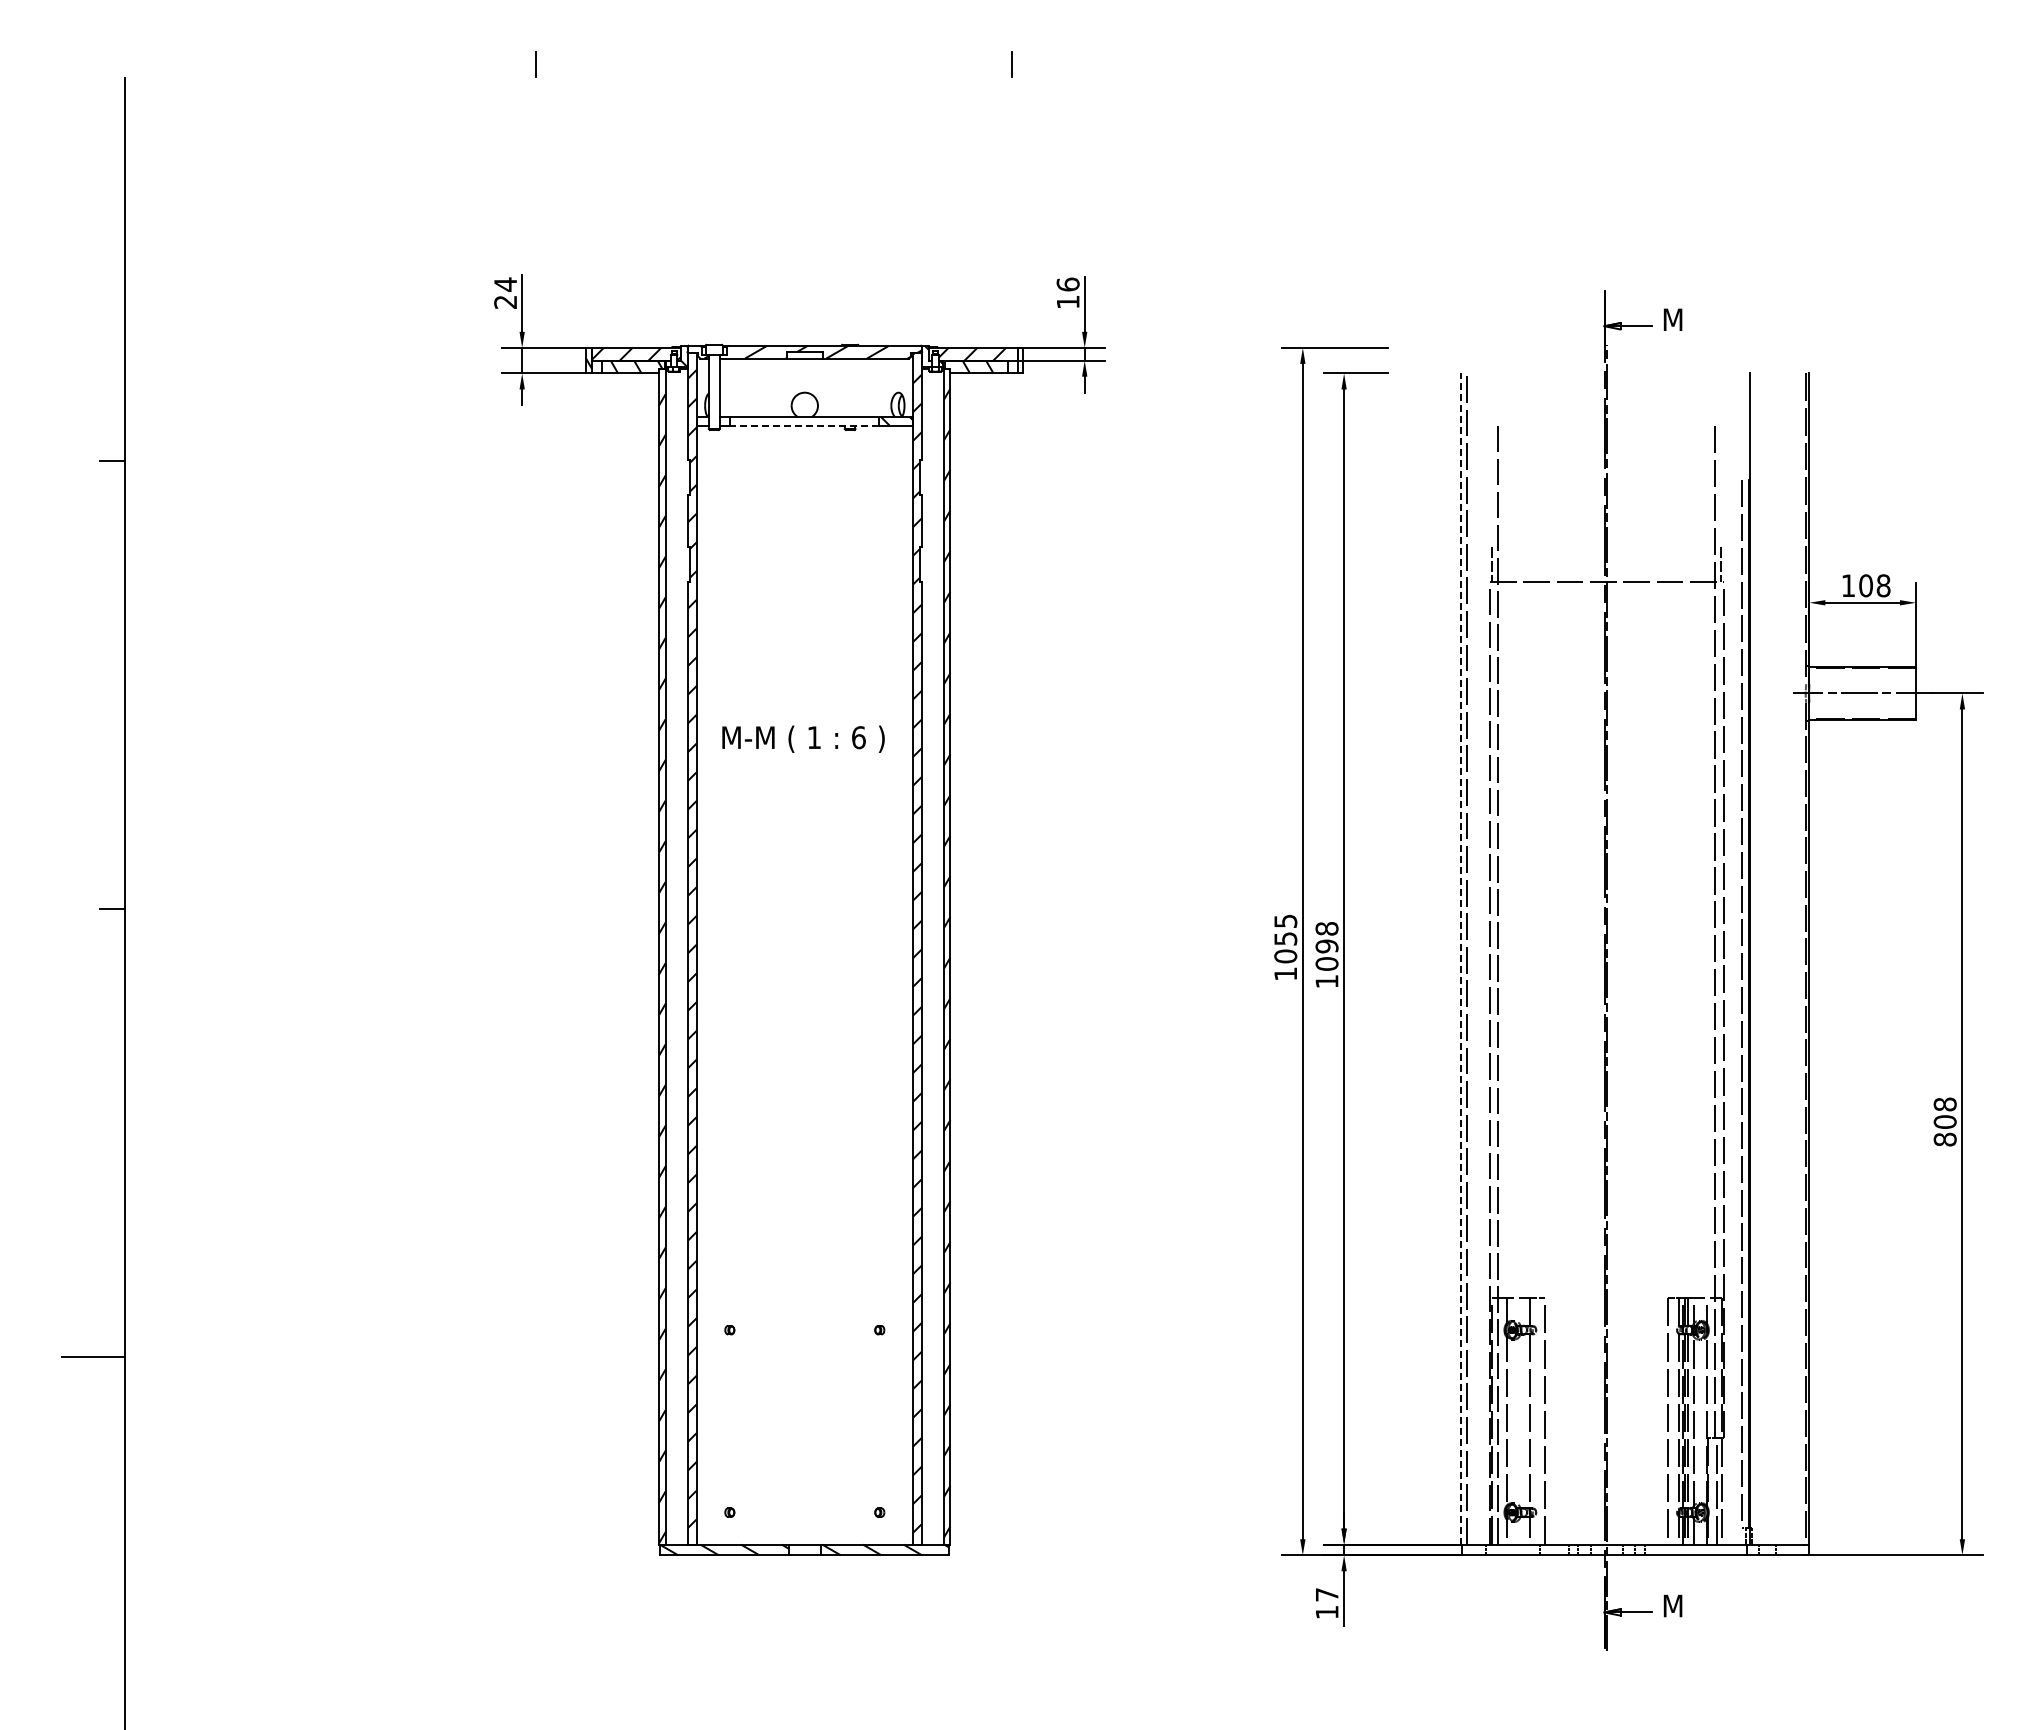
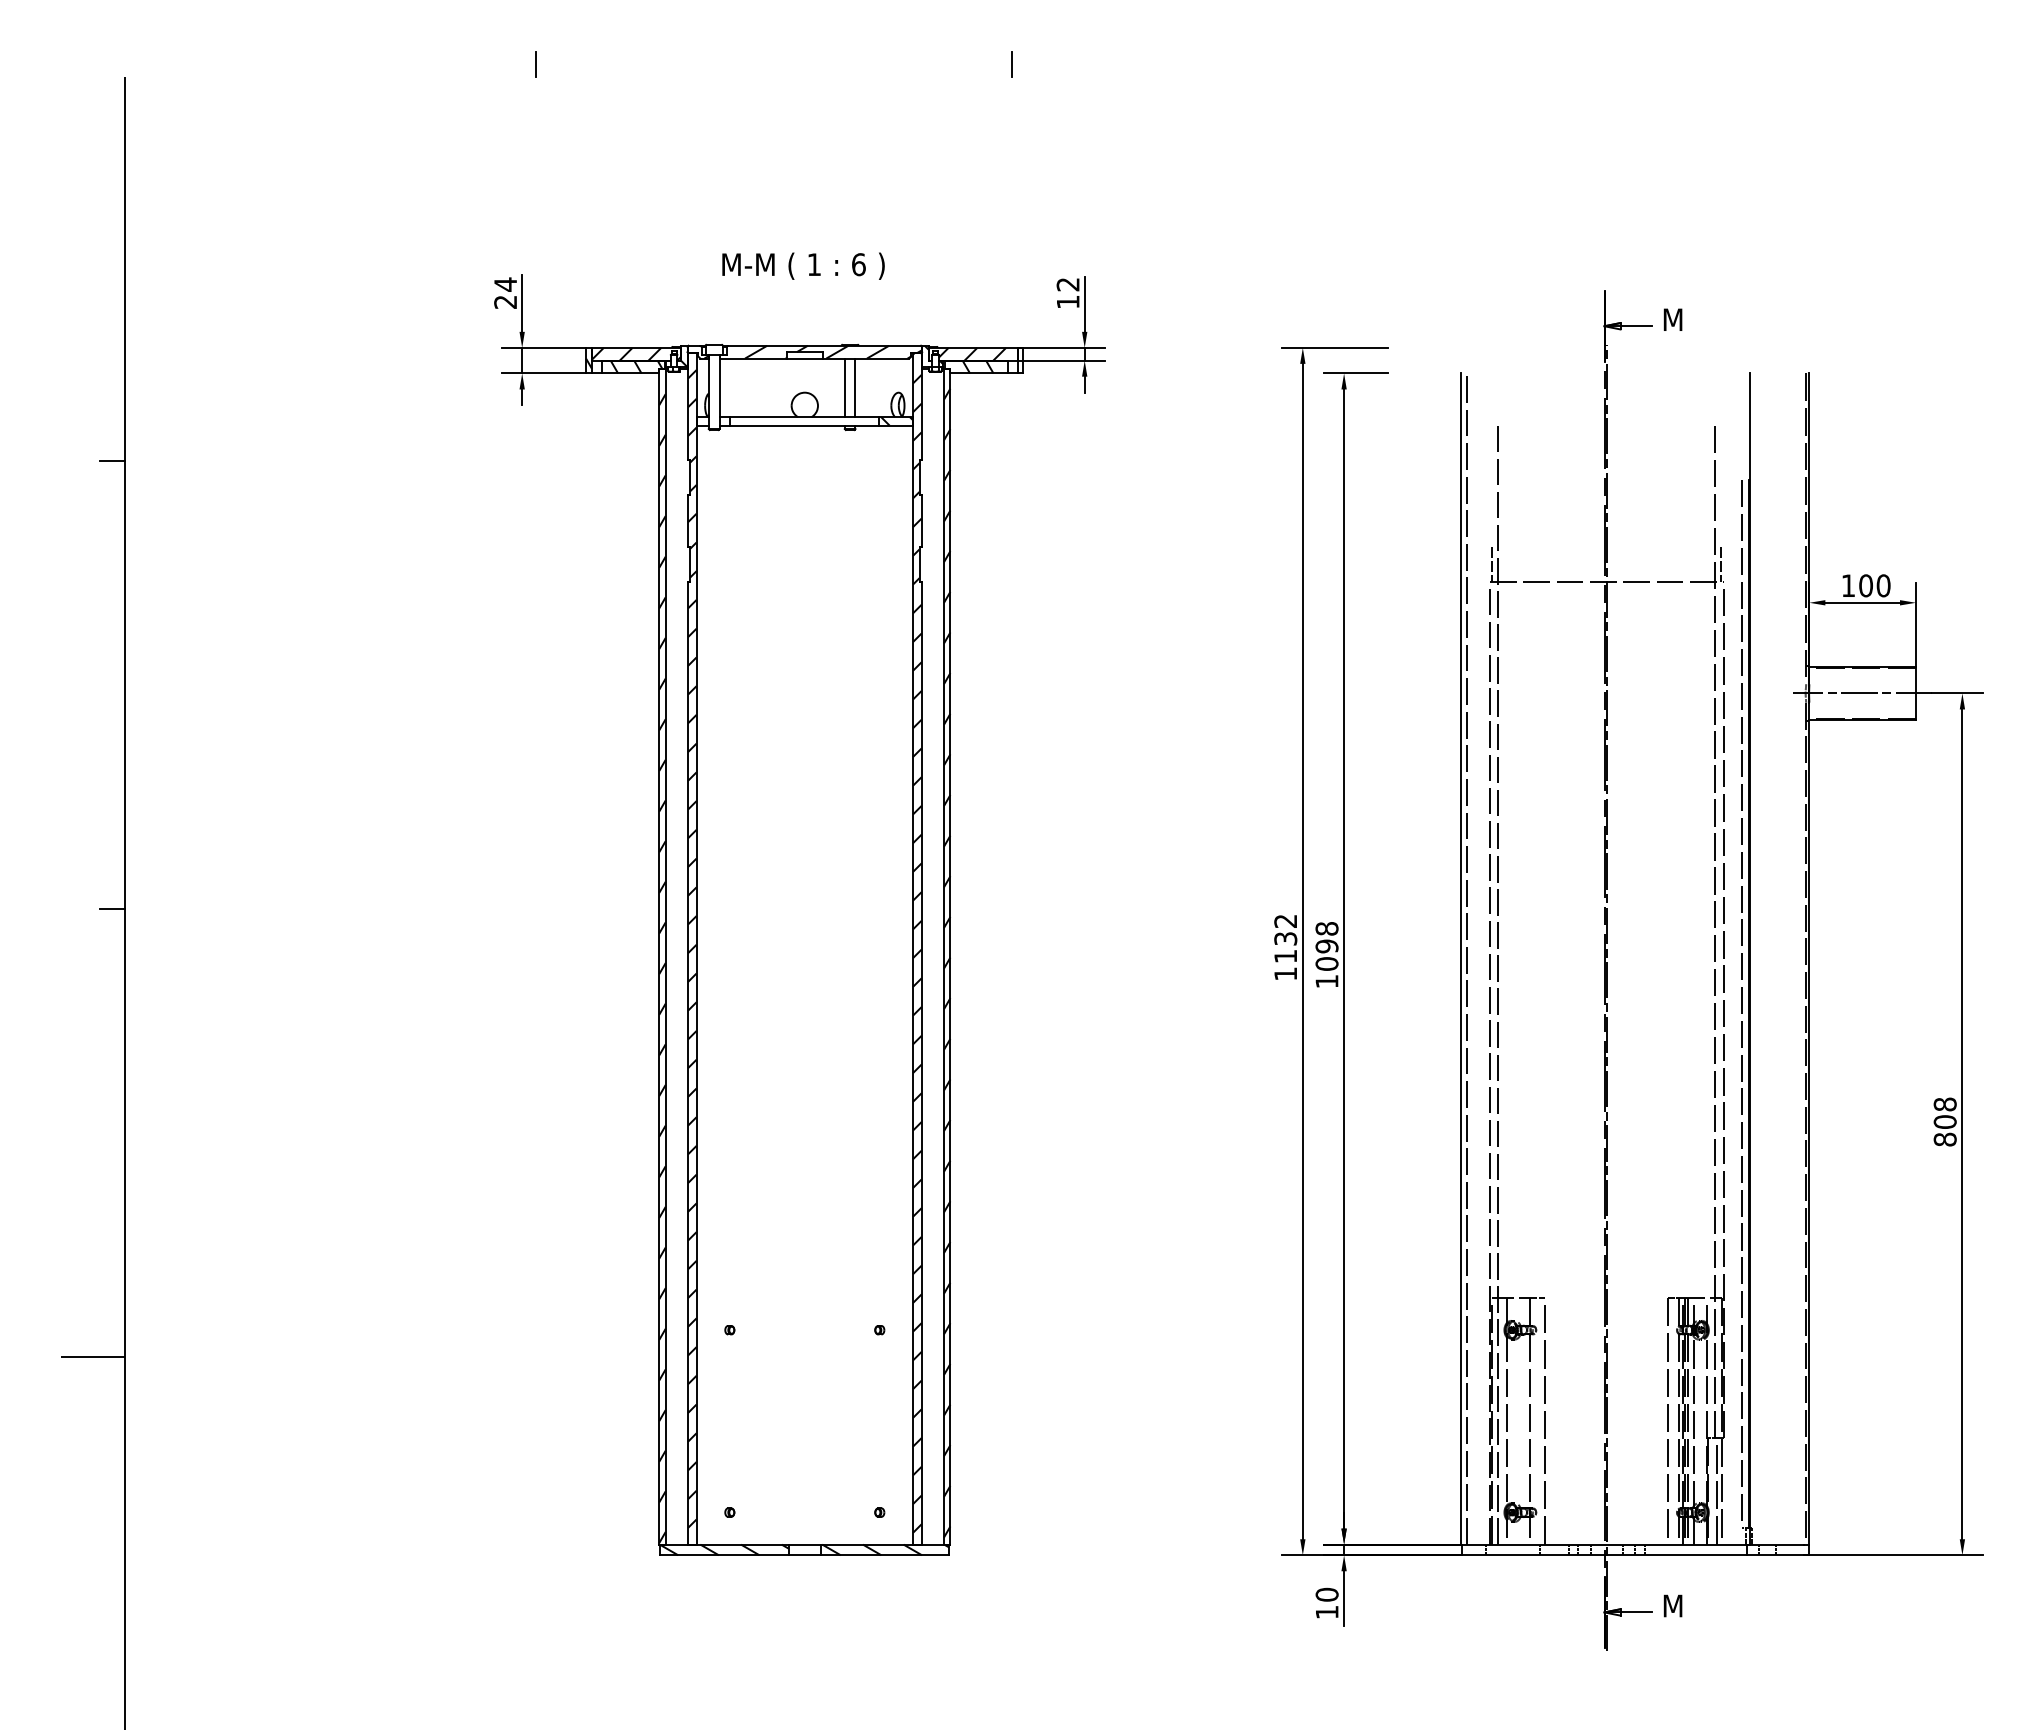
text at (1067, 284): 16 -> 12
line at (844, 387): none -> present
line at (855, 387): none -> present
line at (804, 425): dashed -> solid
text at (1883, 585): 108 -> 100
text at (803, 738) position: (803, 738) -> (803, 265)
text at (1285, 939): 1055 -> 1132
line at (1461, 959): dashed -> solid
text at (1326, 1594): 17 -> 10
